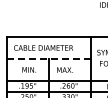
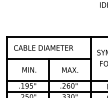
line at (48, 58): dashed -> solid
text at (64, 69) position: (64, 69) -> (69, 69)
